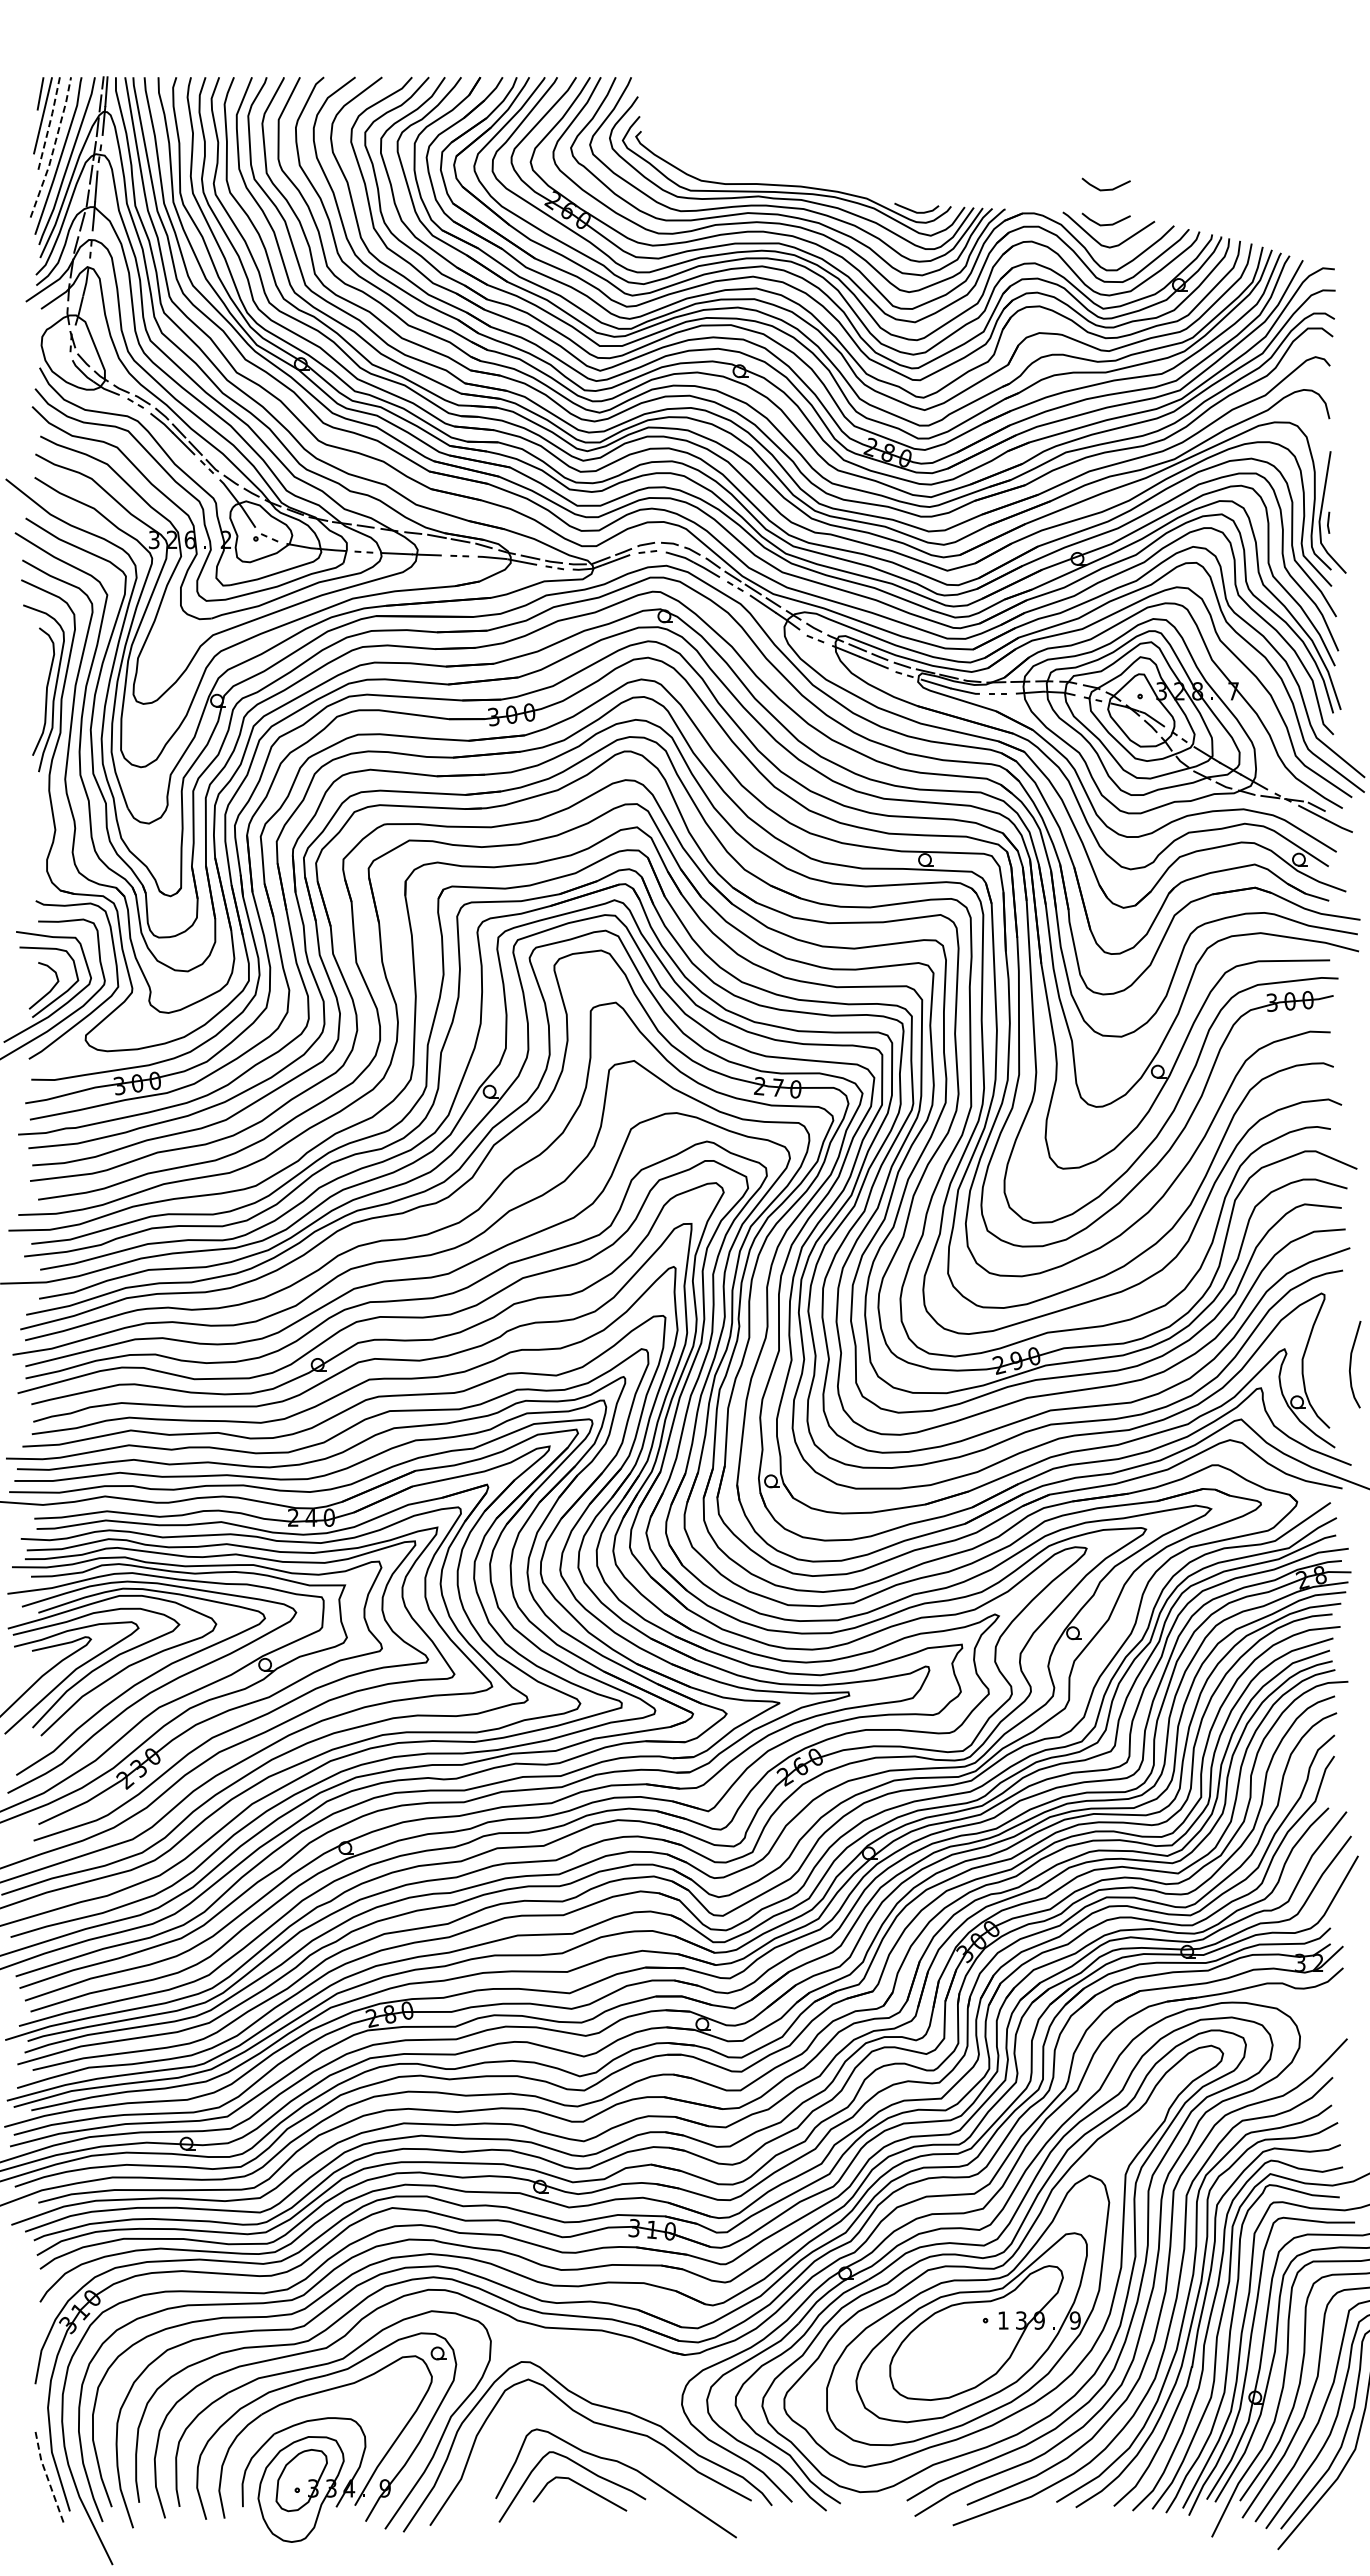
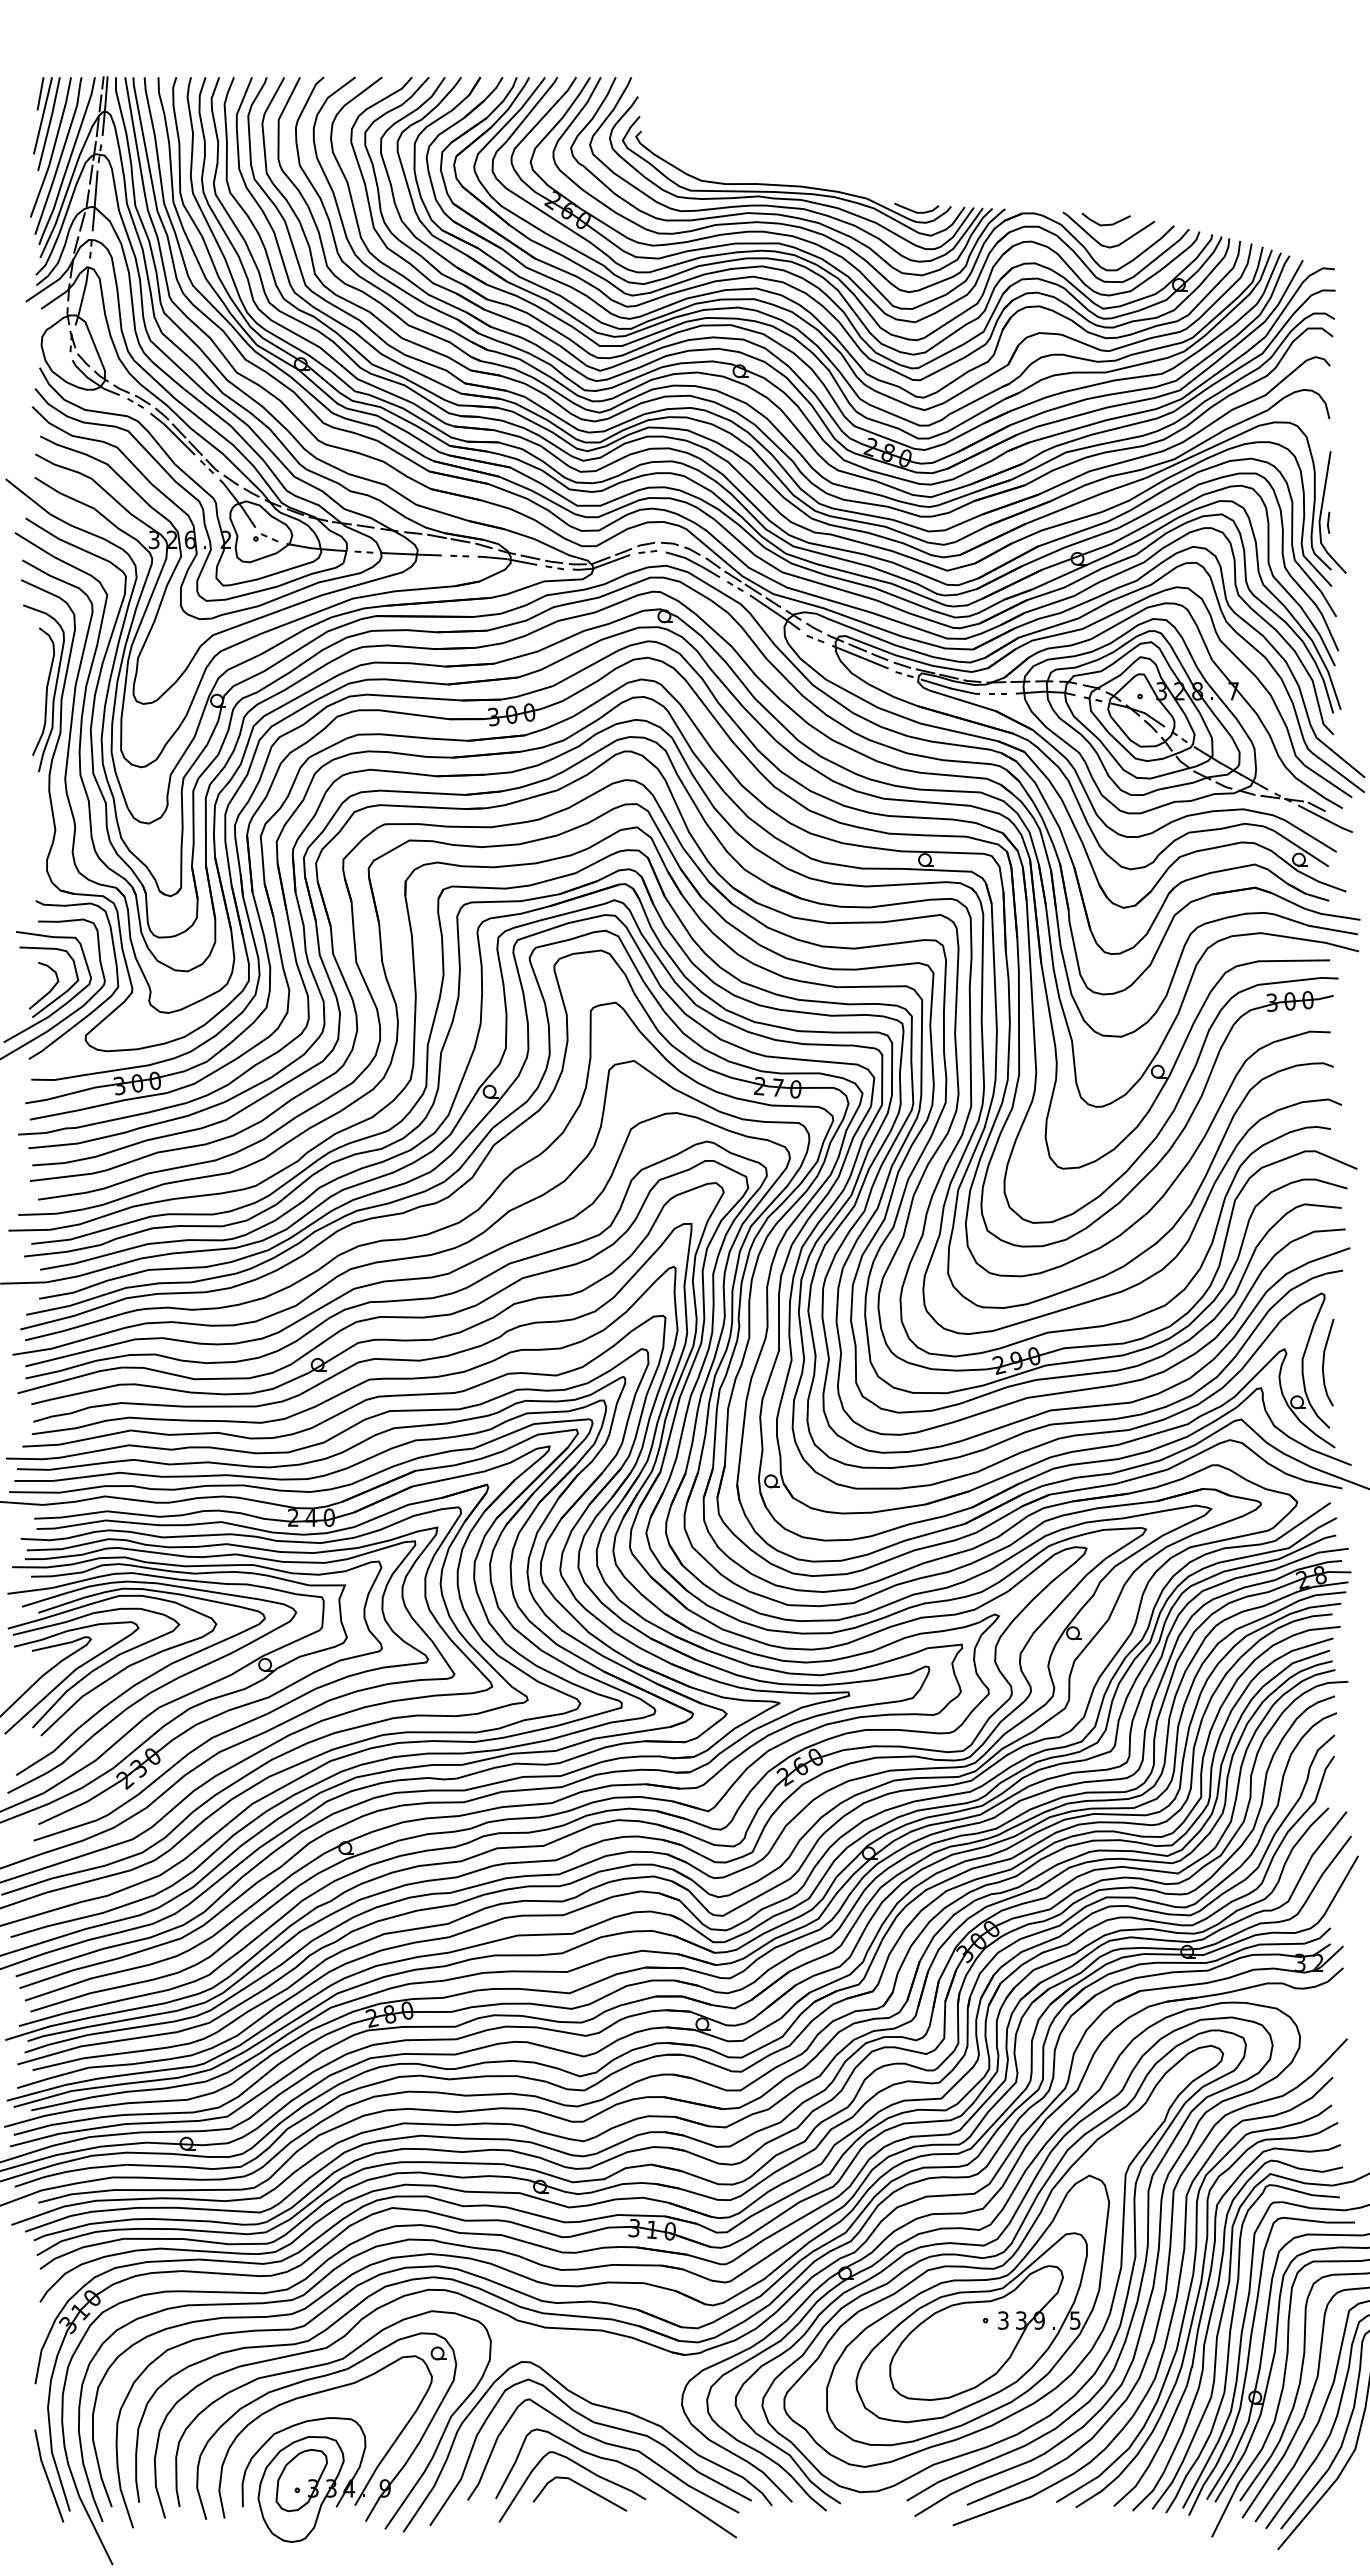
line at (49, 123): dashed -> solid
line at (54, 147): dashed -> solid
line at (1105, 189): present -> none
curve at (1351, 1364) position: (1351, 1364) -> (1324, 1362)
text at (1003, 2320): 1 -> 3
text at (1074, 2320): 9 -> 5
curve at (605, 2444): none -> present
line at (46, 2475): dashed -> solid
